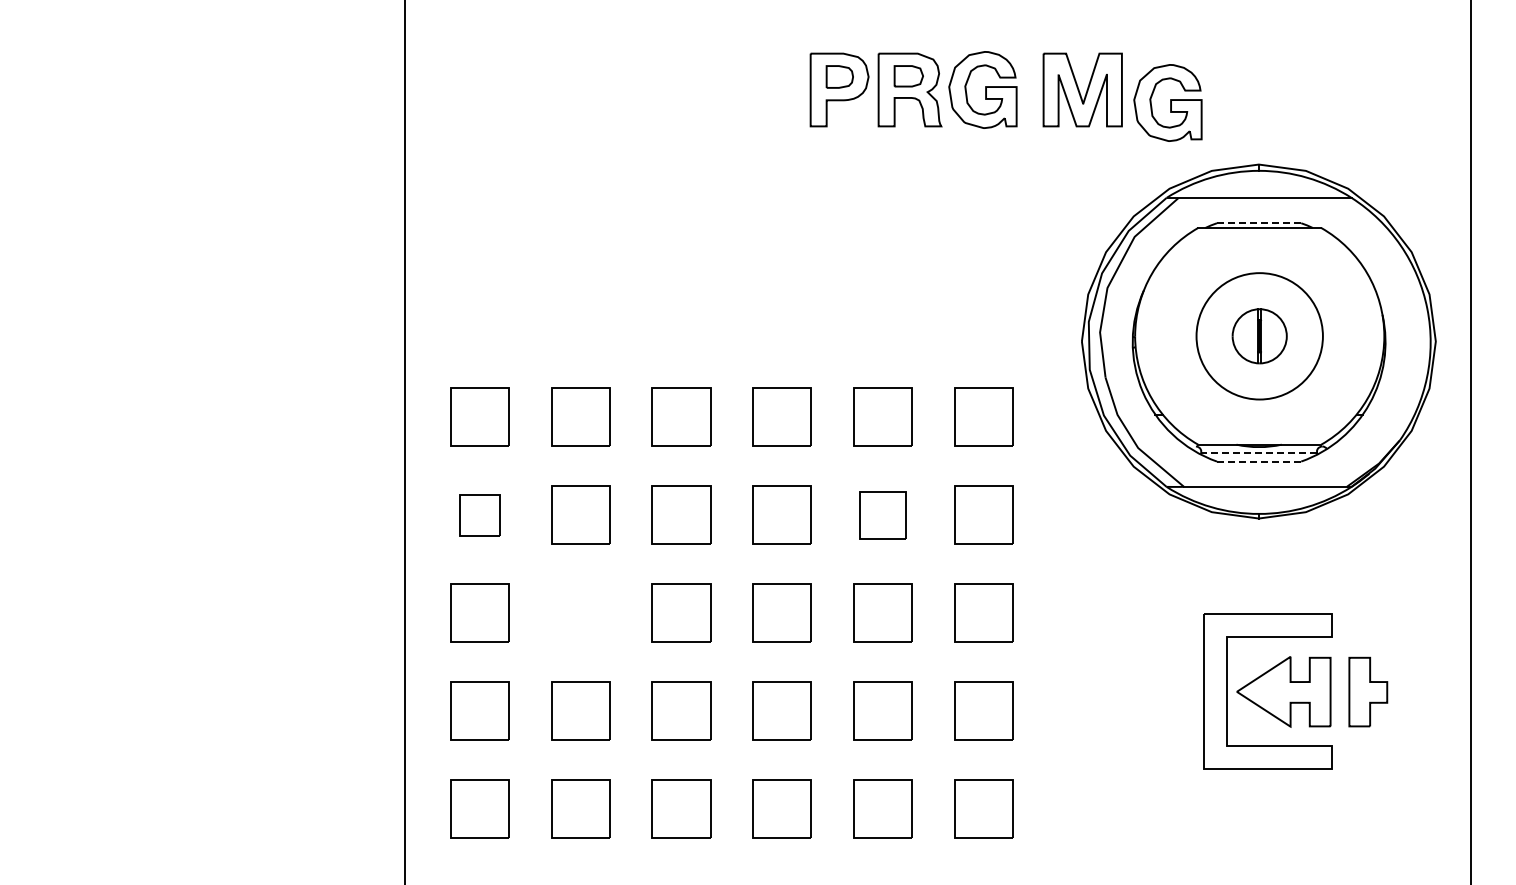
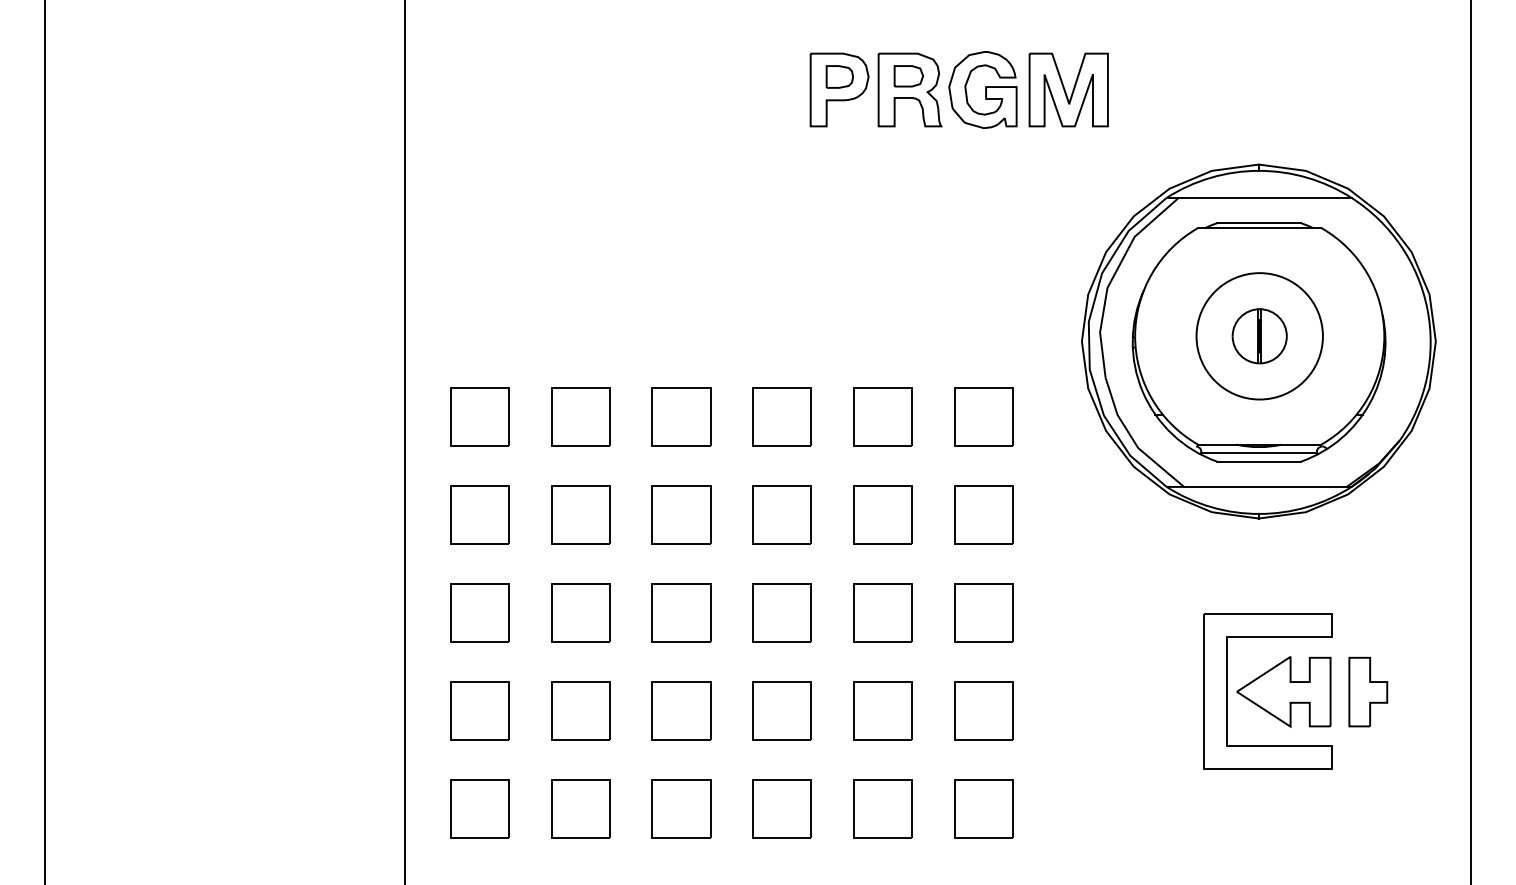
part at (1082, 89) position: (1082, 89) -> (1068, 89)
part at (1167, 102): present -> none
line at (1259, 223): dashed -> solid
line at (45, 441): none -> present
line at (1259, 452): dashed -> solid
line at (1258, 461): dashed -> solid
part at (479, 515) size: 42x43 px -> 60x60 px
part at (882, 515) size: 48x49 px -> 60x60 px
part at (580, 612): none -> present
